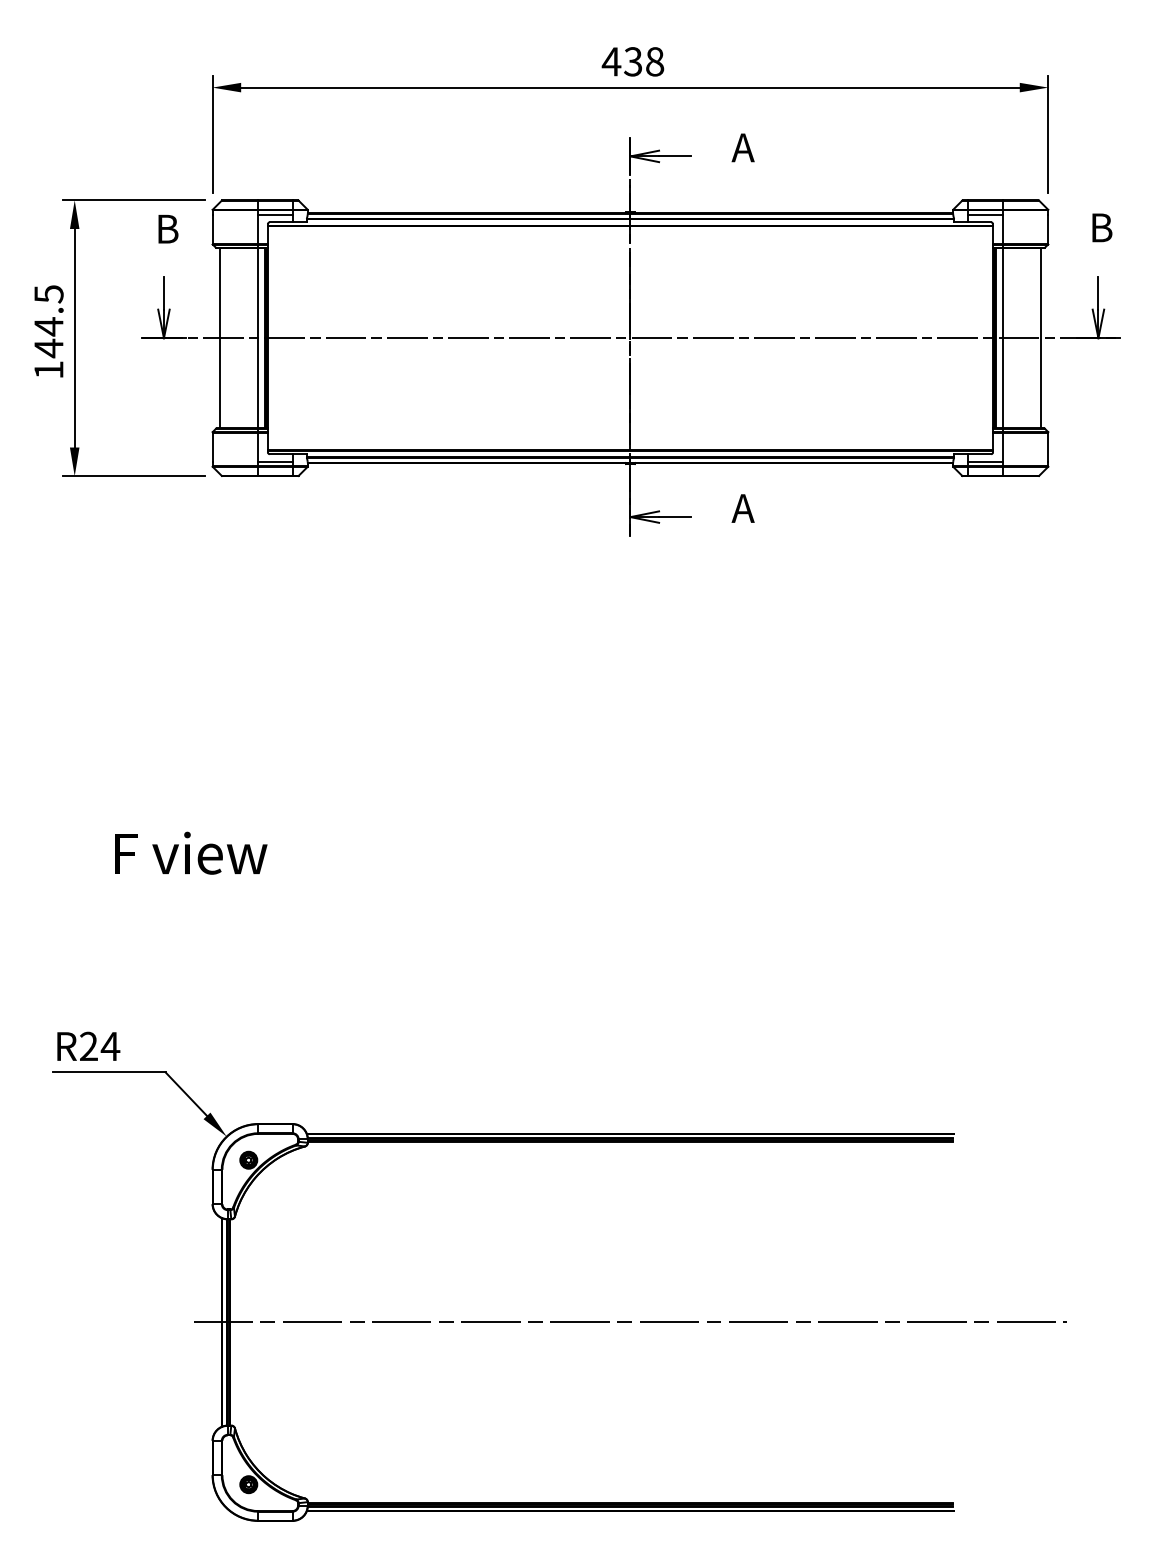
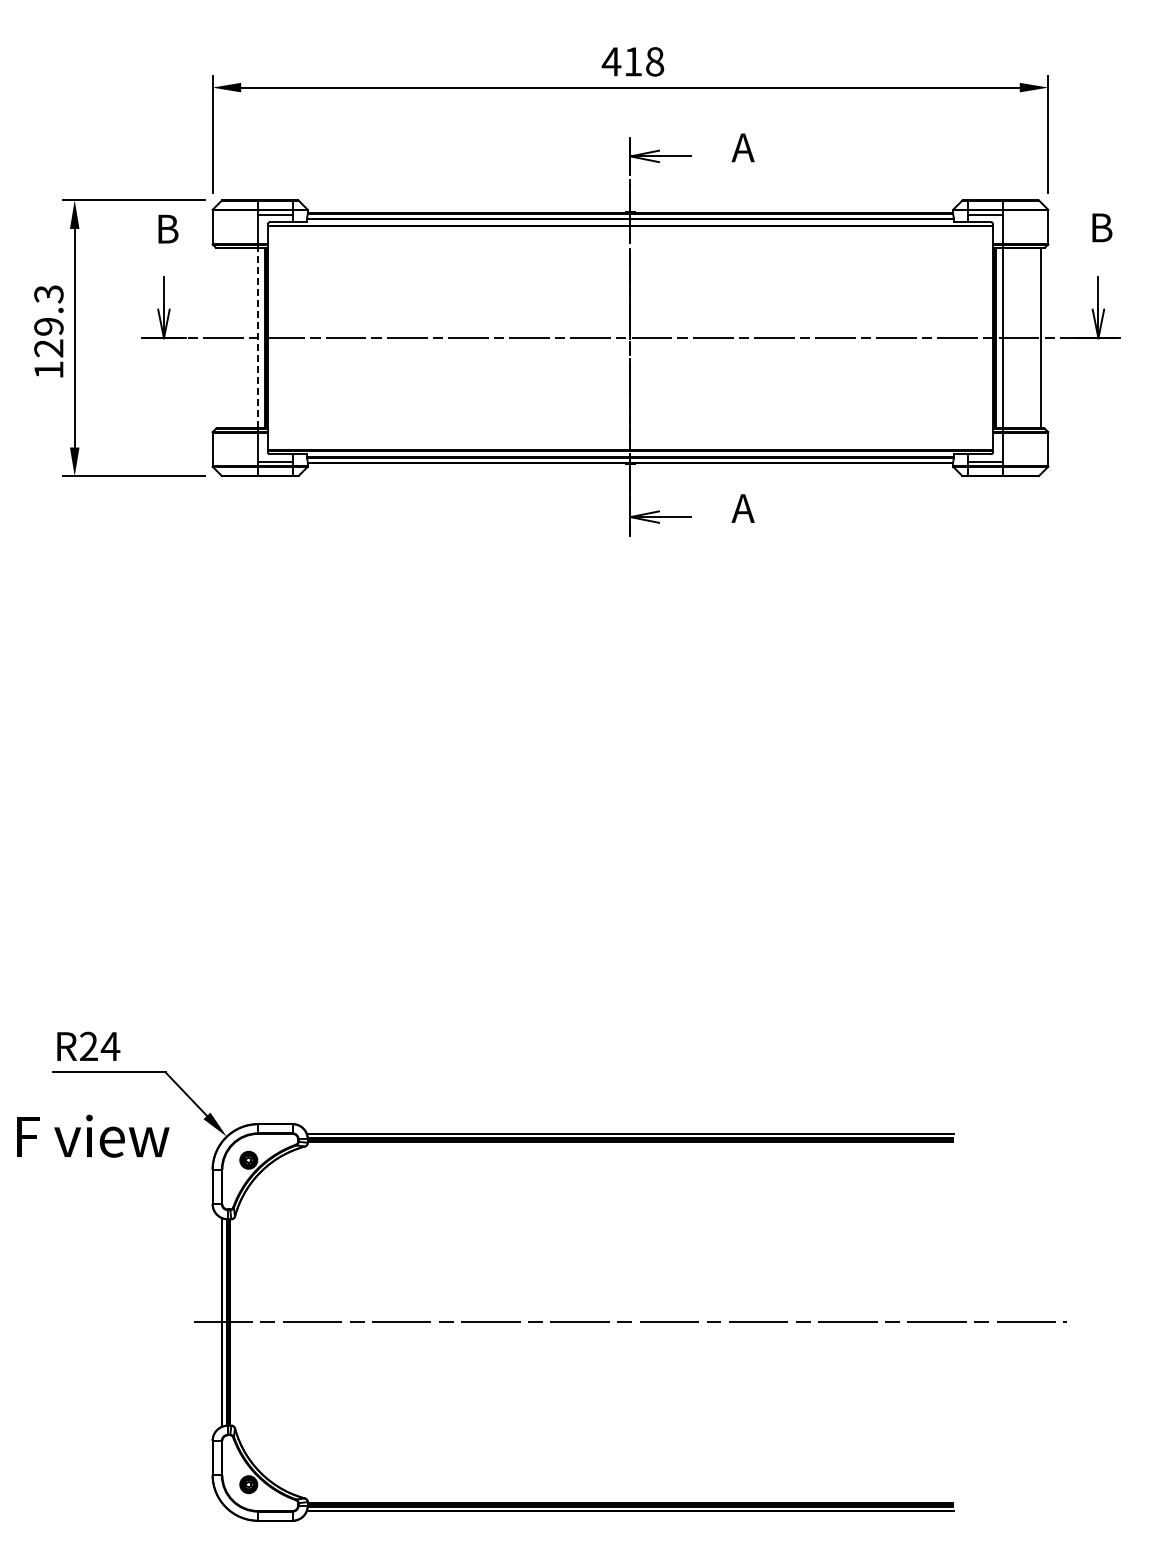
text at (633, 61): 438 -> 418
text at (48, 321): 144.5 -> 129.3
line at (258, 337): solid -> dashed
line at (220, 338): present -> none
text at (191, 852) position: (191, 852) -> (93, 1135)
